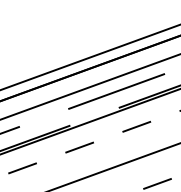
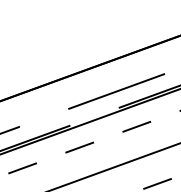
line at (89, 57): present -> none
line at (89, 87): present -> none
